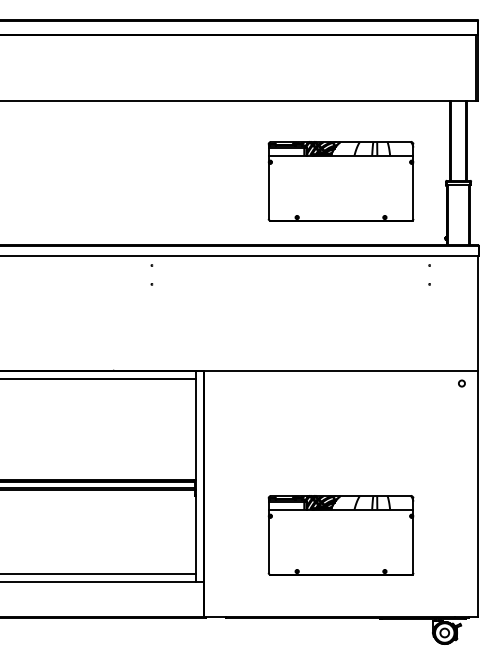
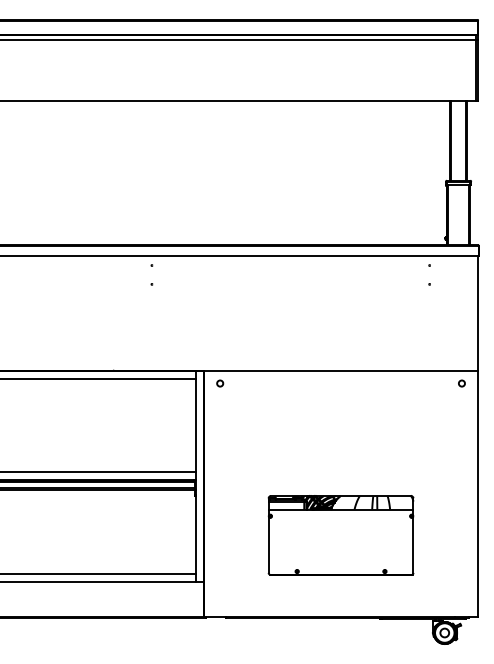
line at (240, 39): none -> present
part at (340, 181): present -> none
circle at (220, 383): none -> present
line at (99, 472): none -> present
